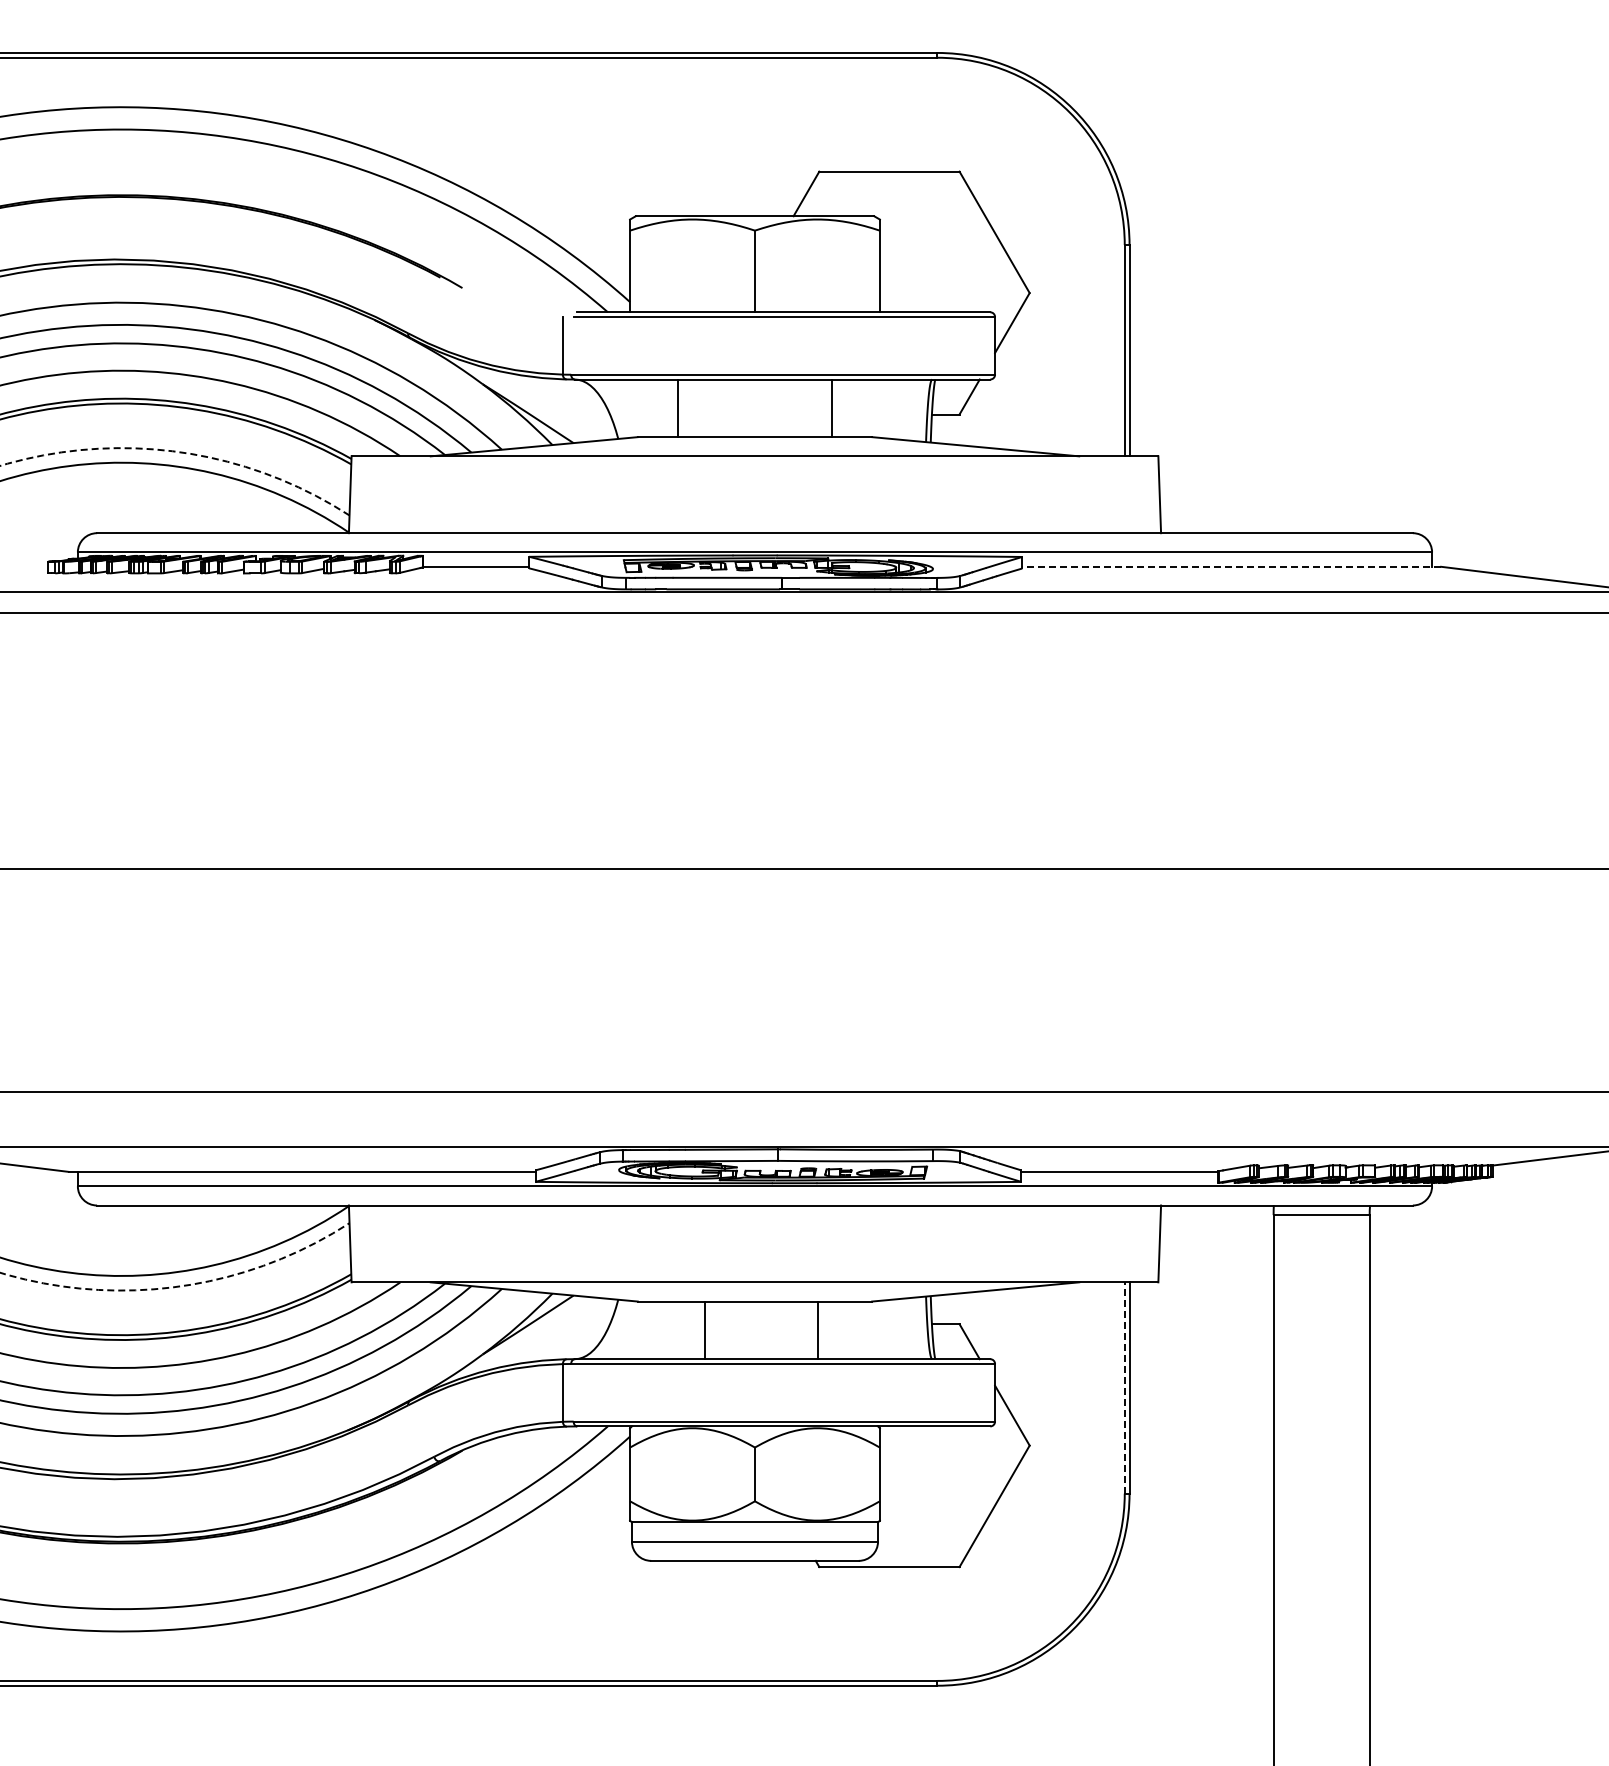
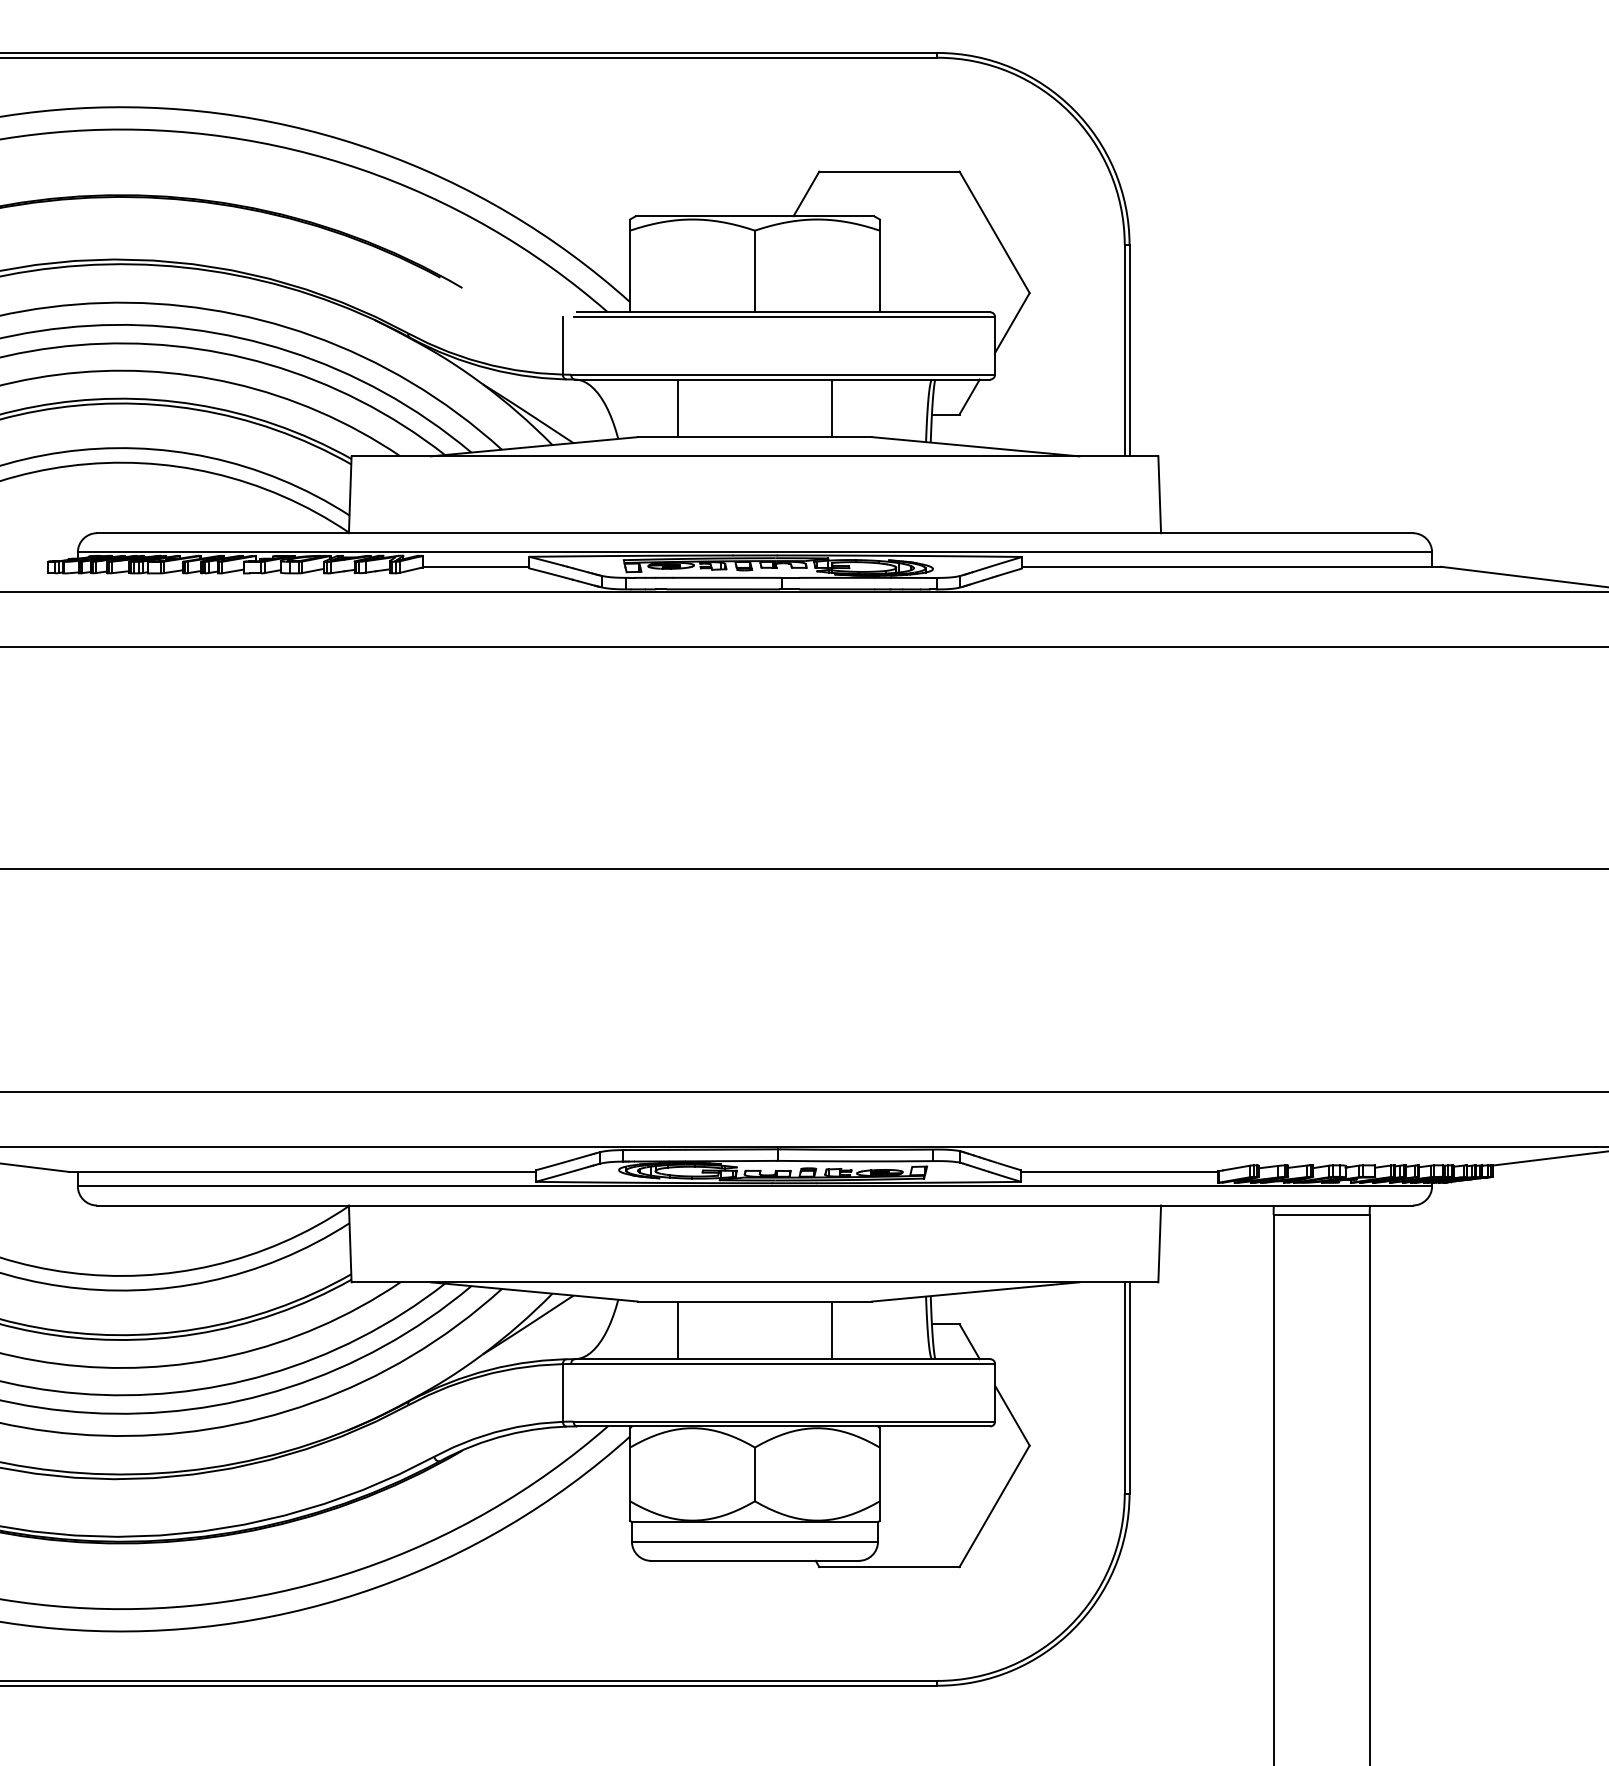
line at (1231, 566): dashed -> solid
line at (803, 612) position: (803, 612) -> (803, 646)
arc at (0, 1272): dashed -> solid
line at (705, 1330) position: (705, 1330) -> (678, 1330)
line at (817, 1330) position: (817, 1330) -> (831, 1330)
line at (1124, 1387): dashed -> solid
